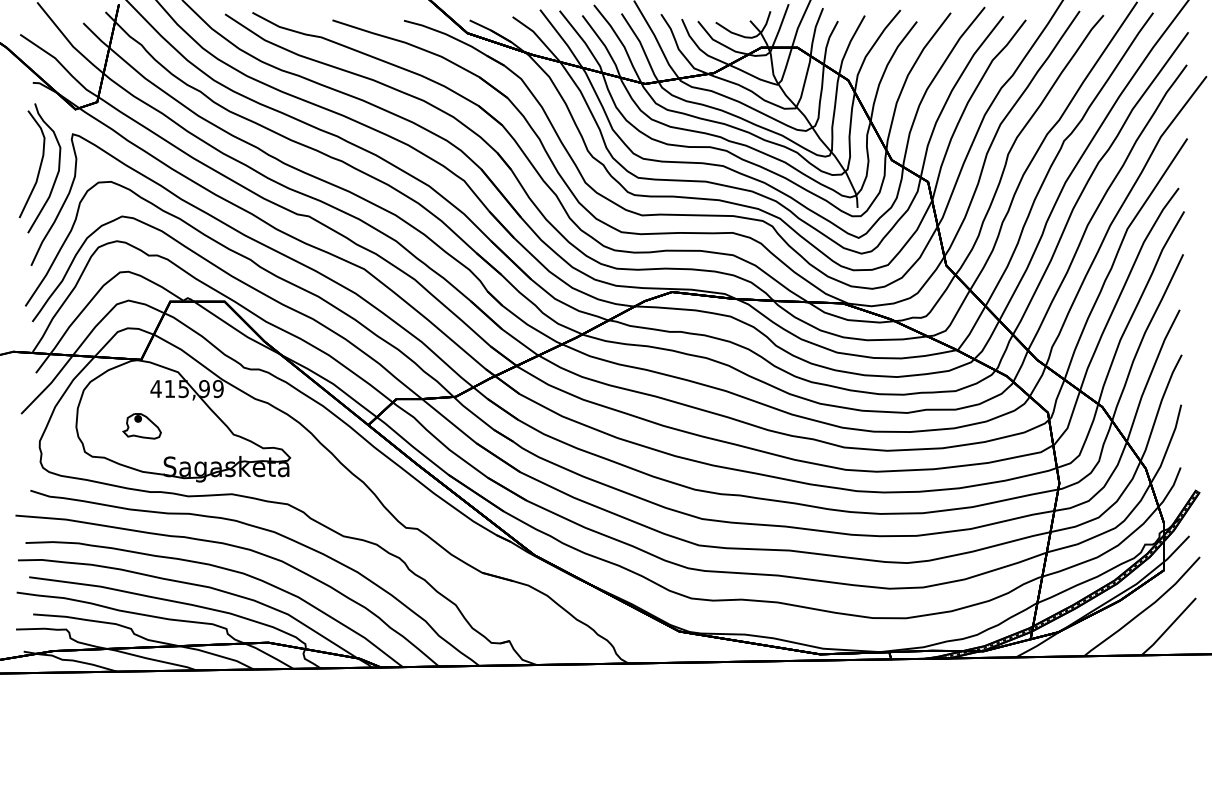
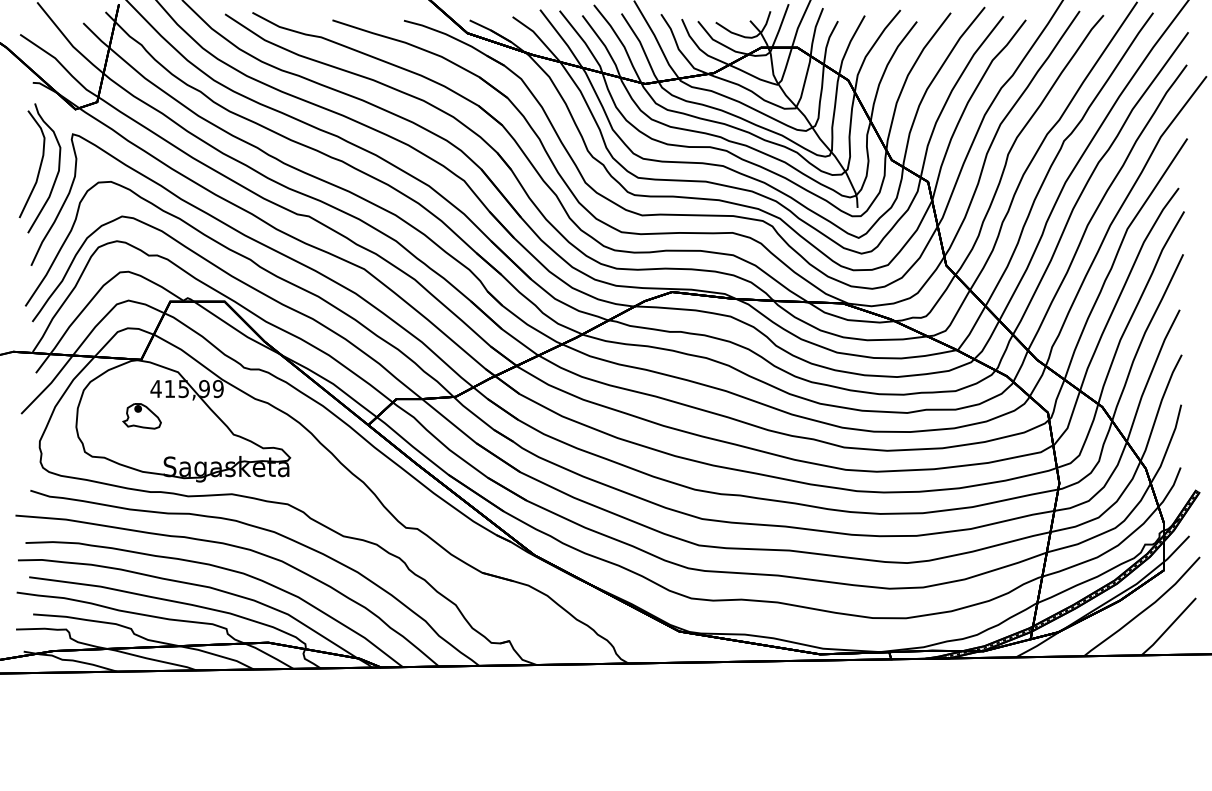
part at (141, 426) position: (141, 426) -> (141, 416)
